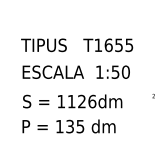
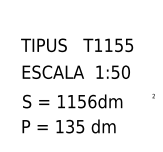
text at (108, 45): T1655 -> T1155
text at (81, 101): 1126dm -> 1156dm
